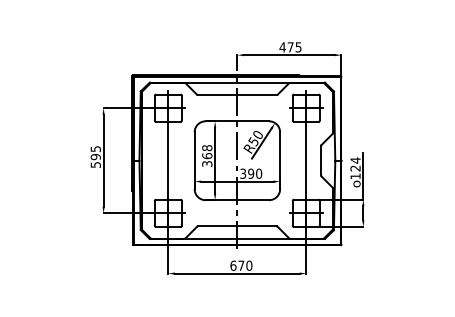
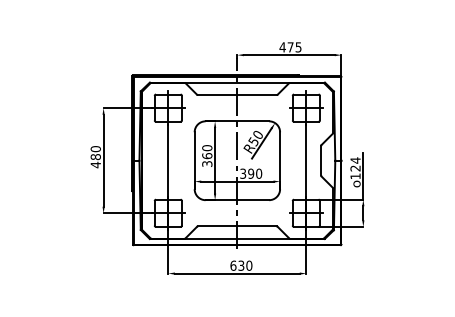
text at (207, 148): 368 -> 360
text at (95, 157): 595 -> 480
text at (241, 265): 670 -> 630
